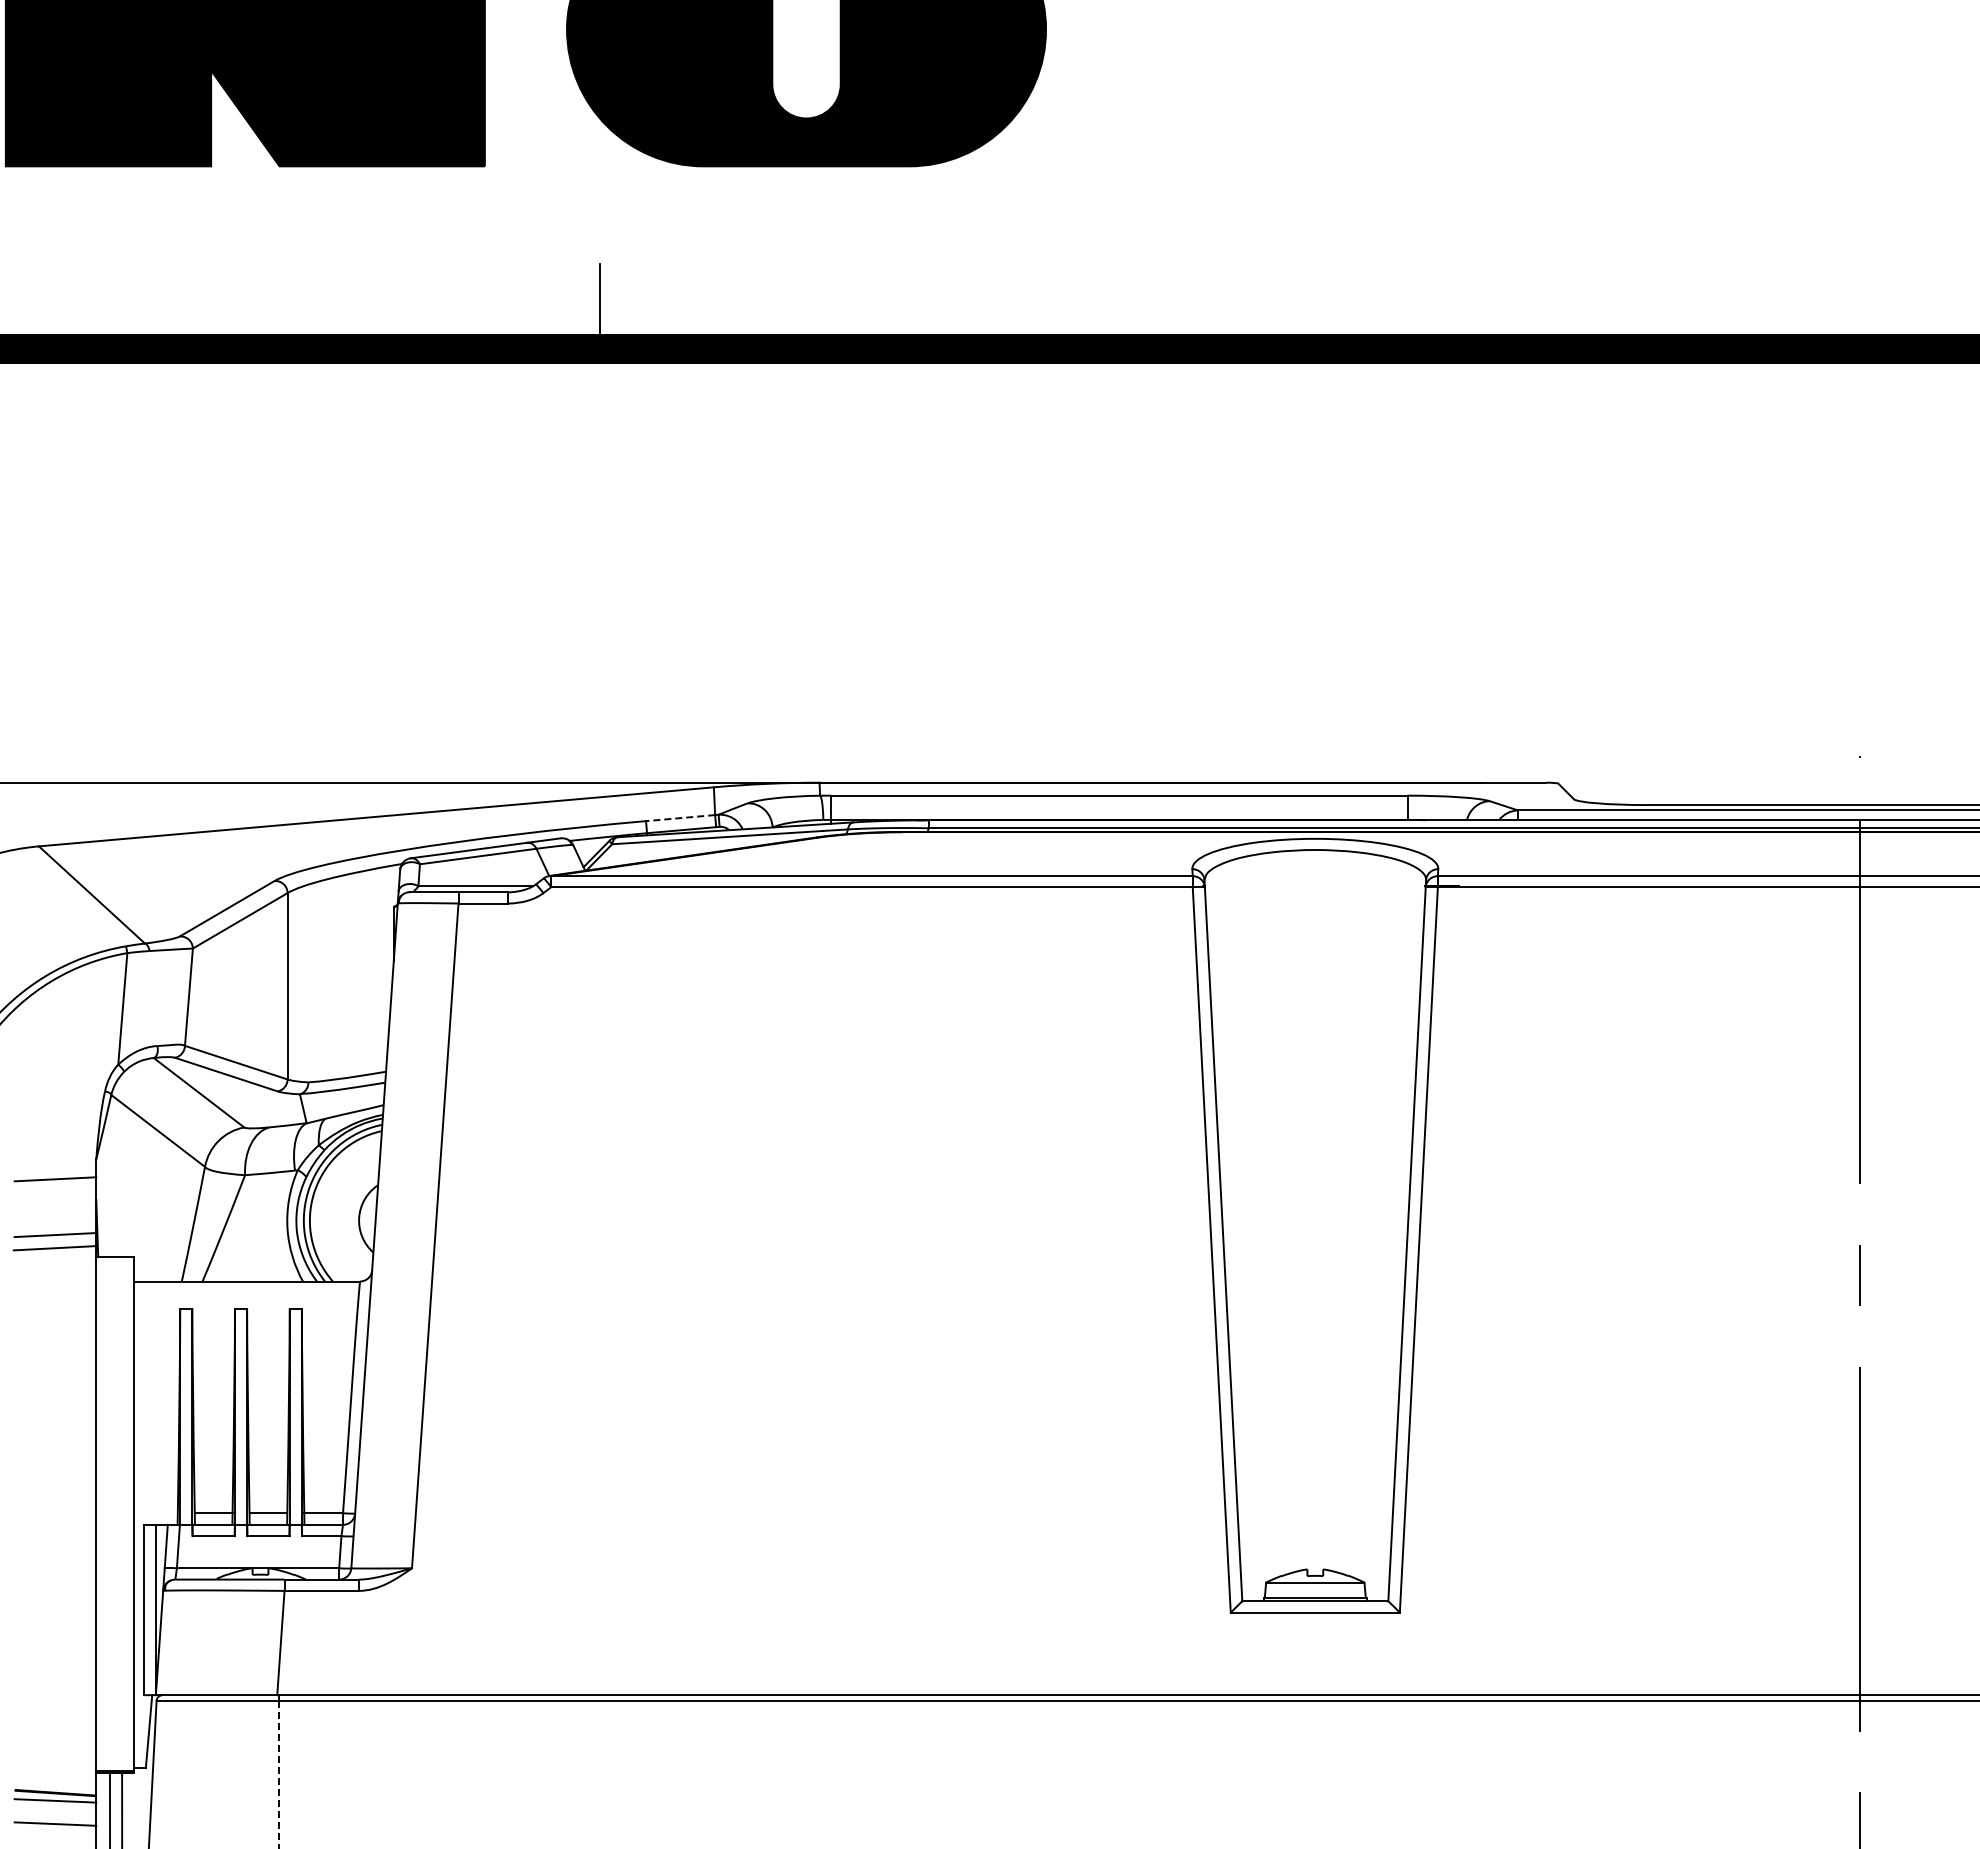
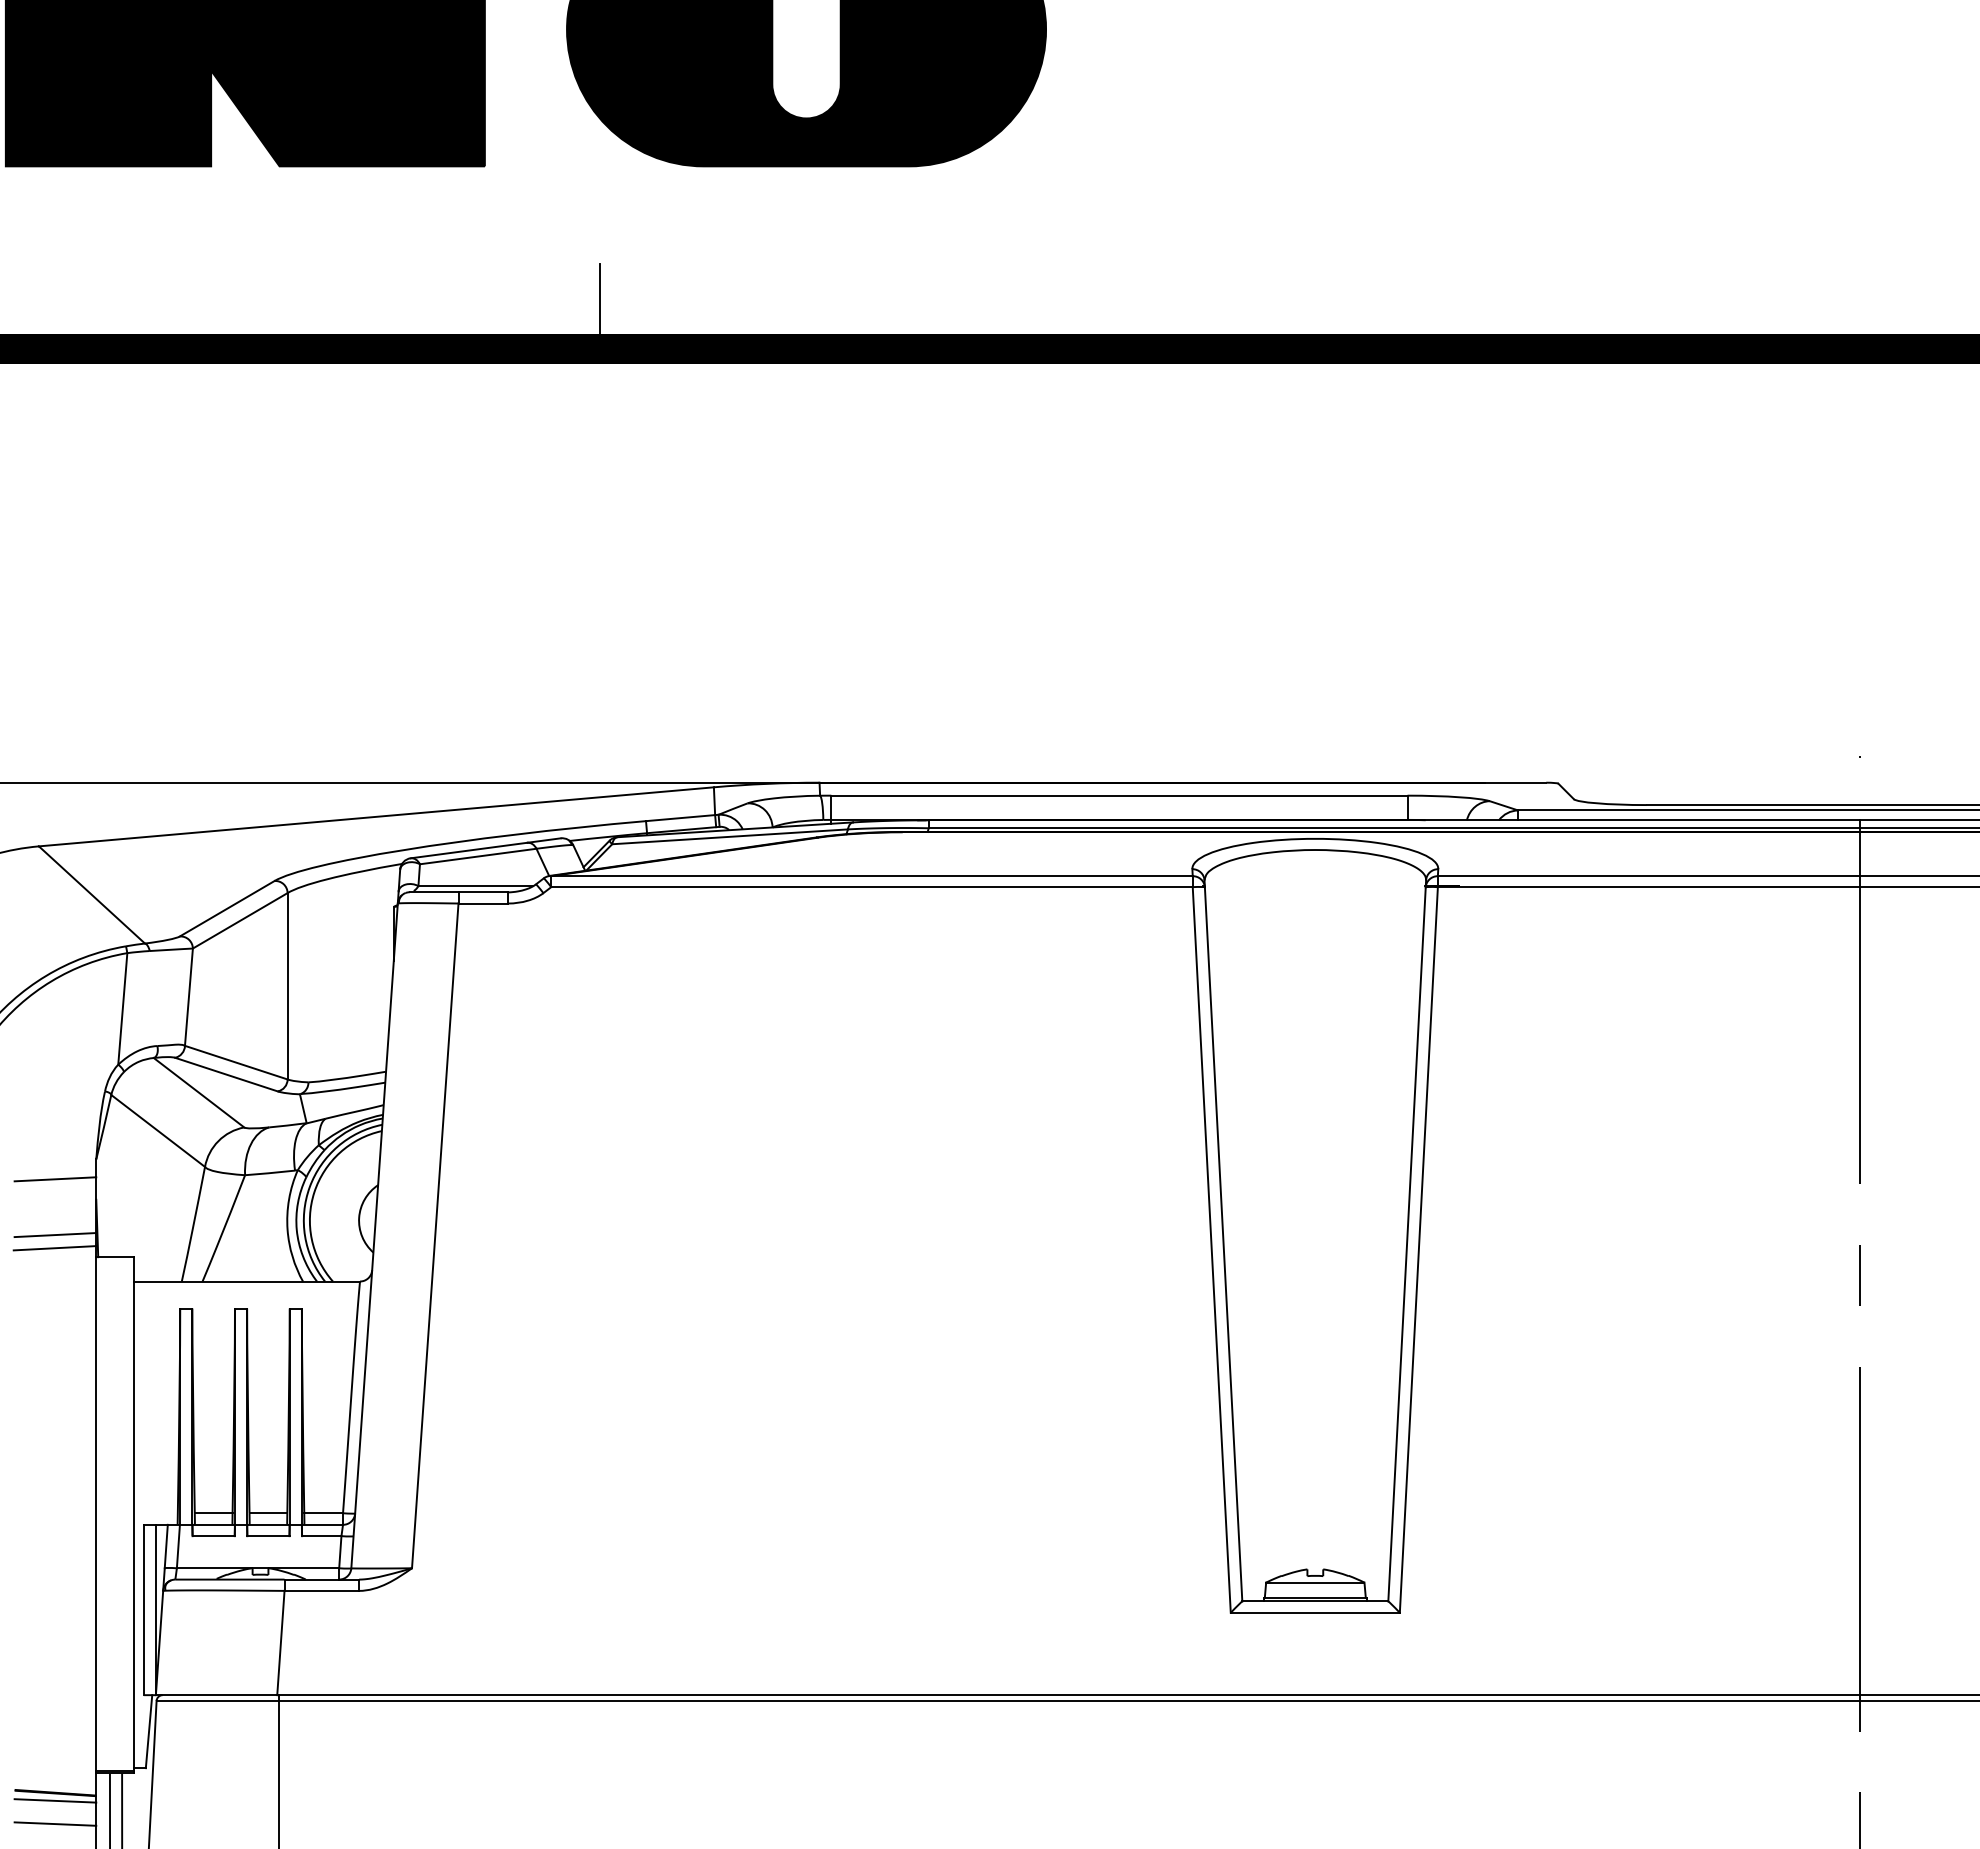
line at (680, 818): dashed -> solid
line at (278, 1774): dashed -> solid
